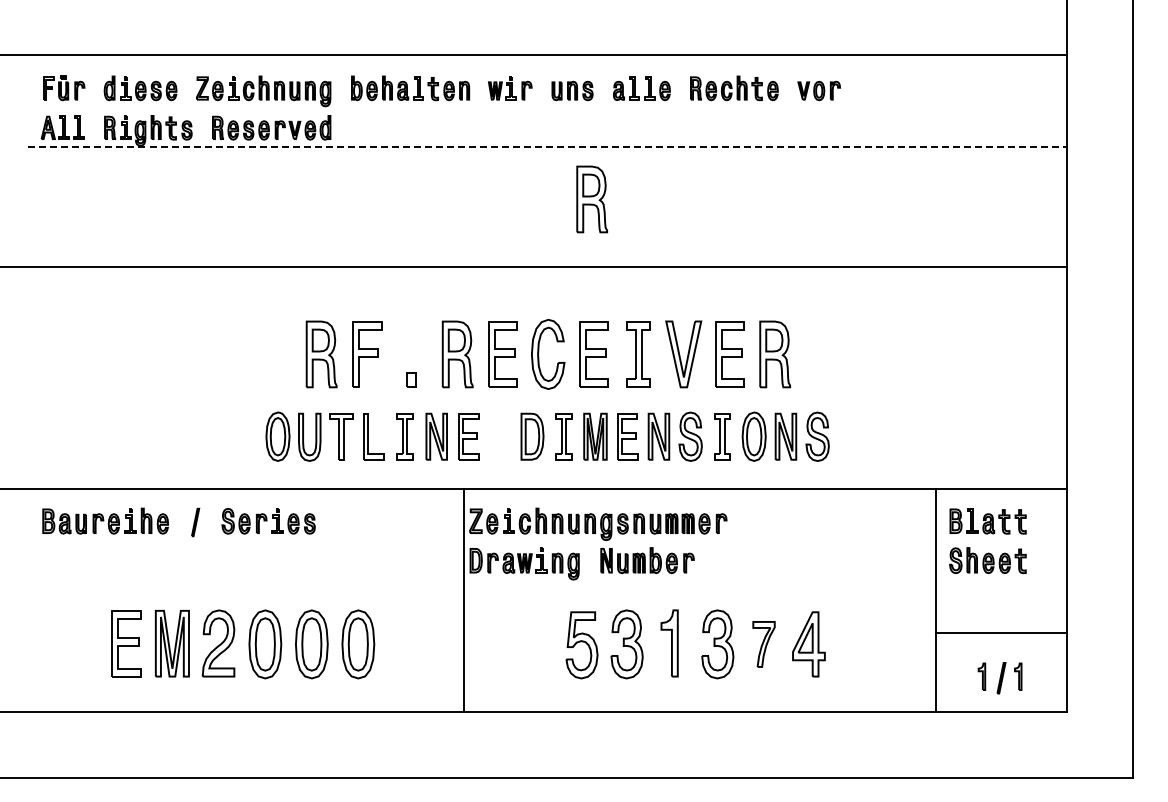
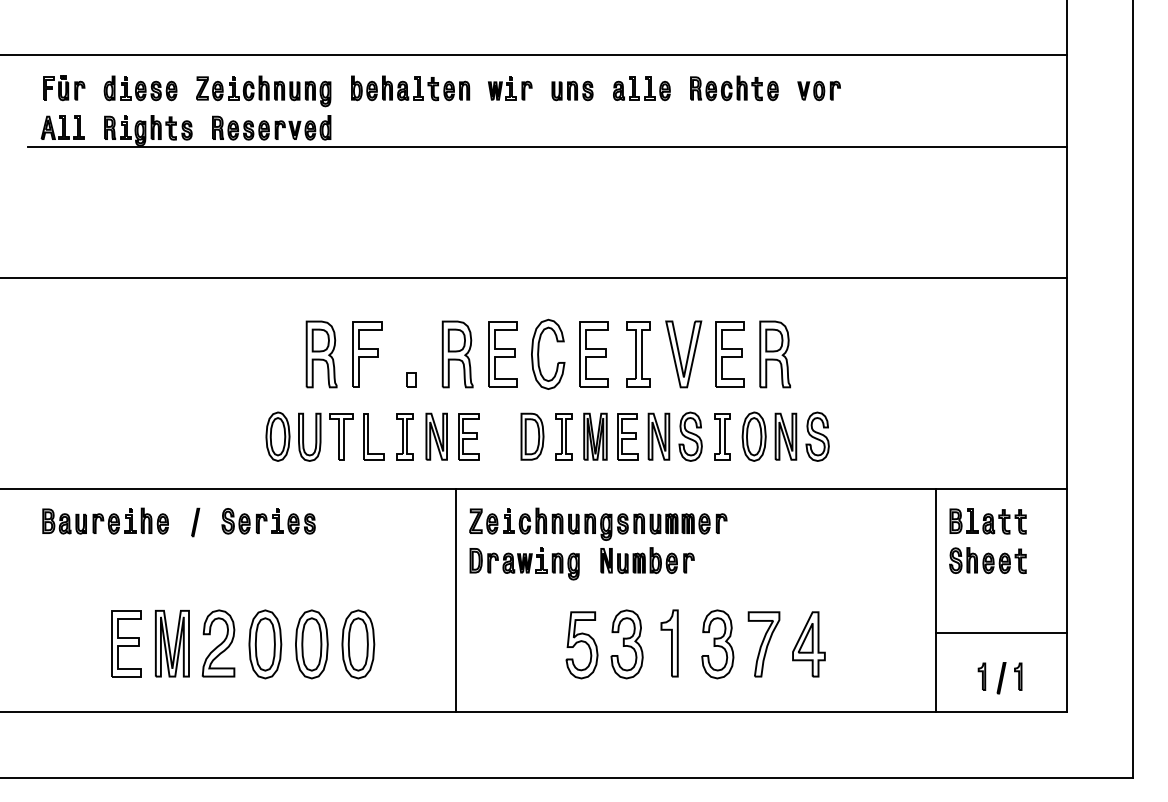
line at (548, 146): dashed -> solid
part at (591, 199): present -> none
line at (534, 267) position: (534, 267) -> (534, 278)
line at (463, 600) position: (463, 600) -> (455, 600)
part at (763, 644) size: 24x47 px -> 34x67 px
